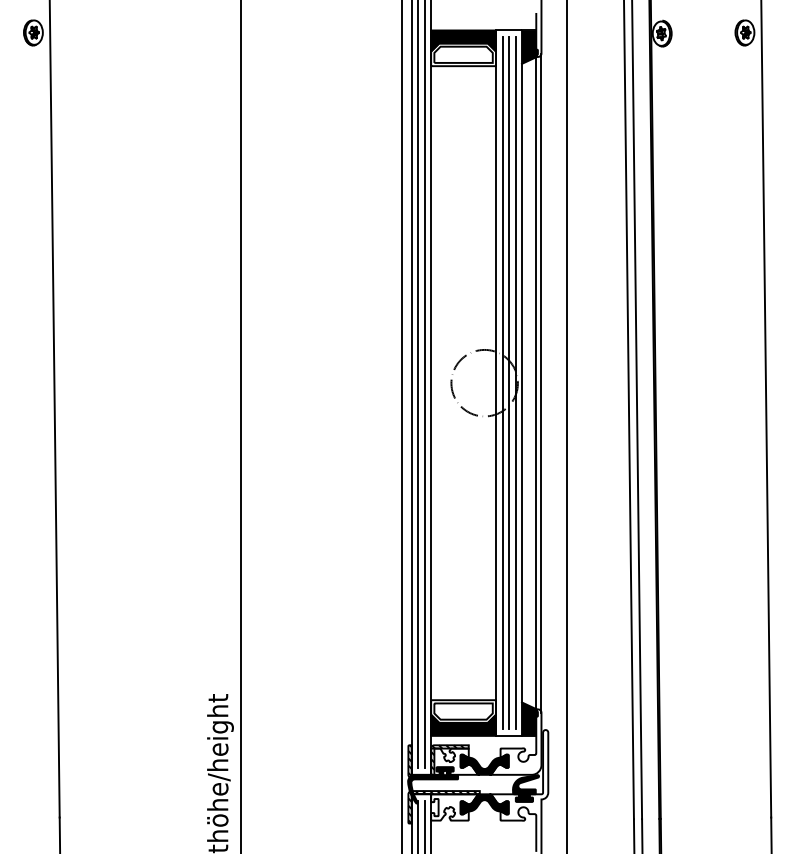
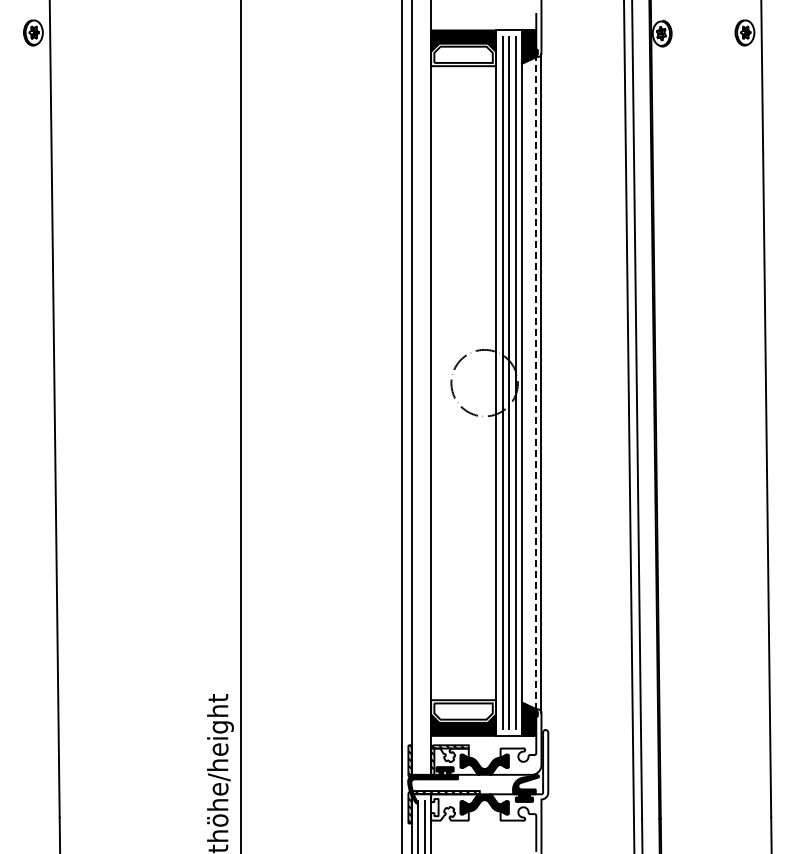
line at (536, 383): solid -> dashed
line at (418, 385): present -> none
line at (424, 385): present -> none
line at (567, 426): present -> none
